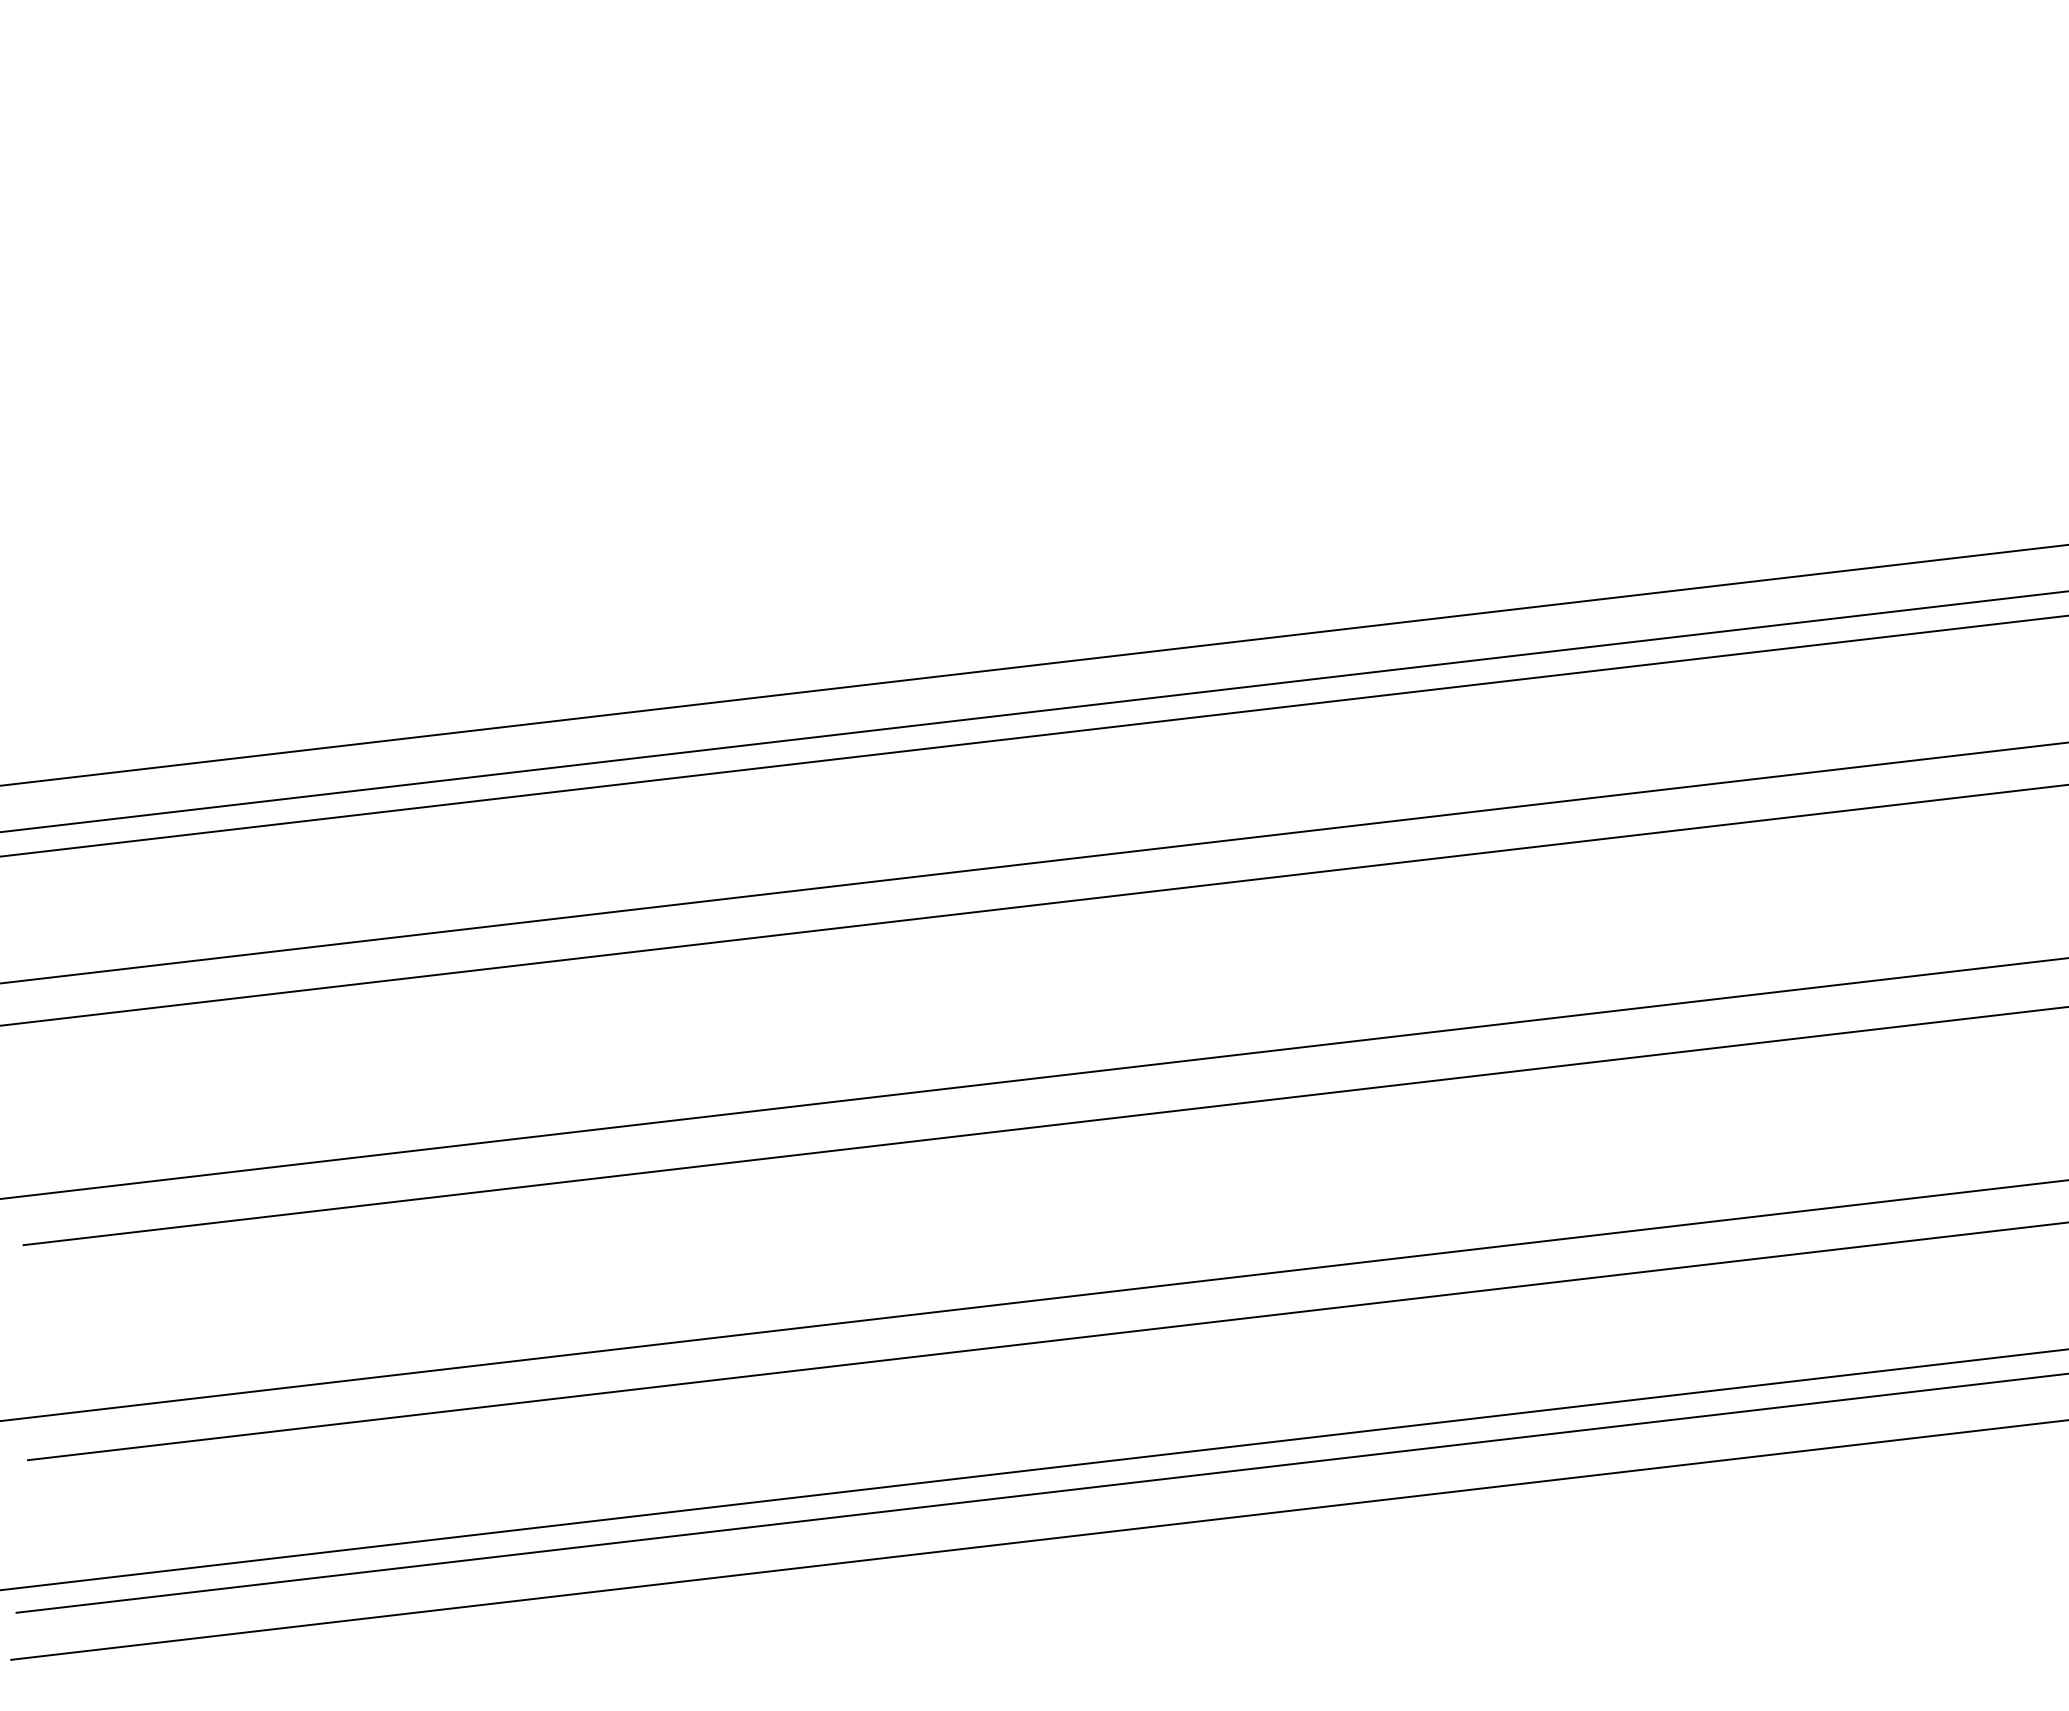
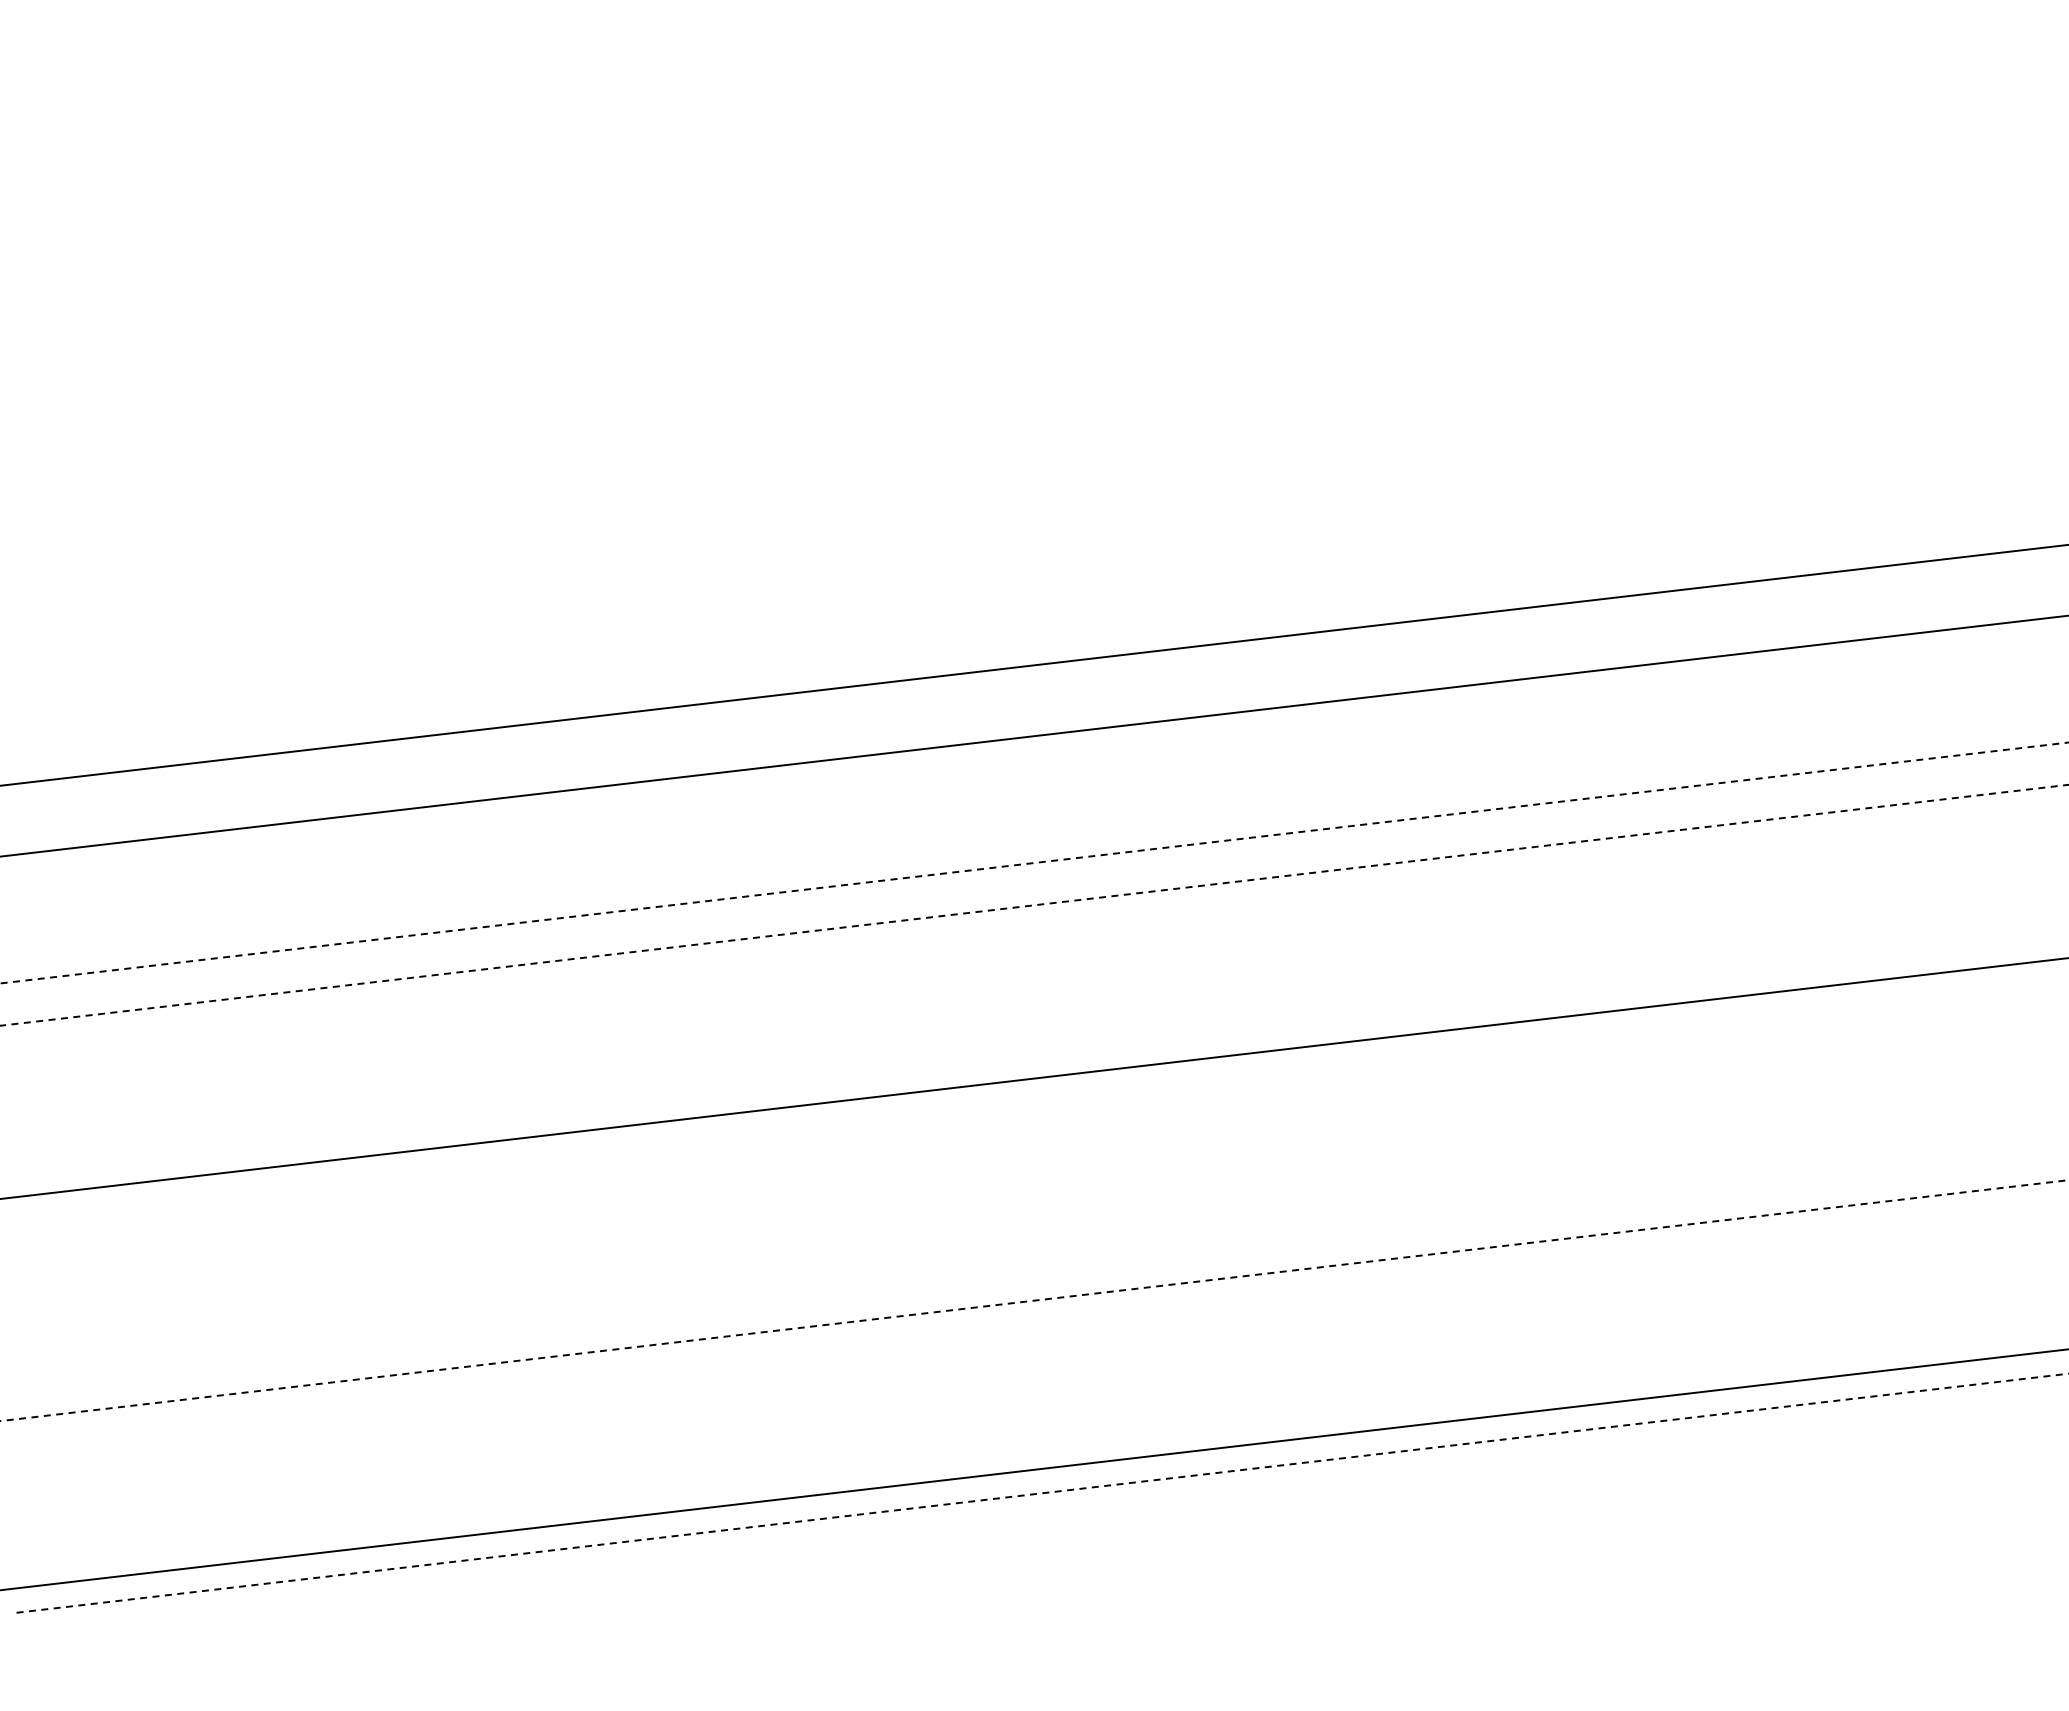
line at (1033, 711): present -> none
line at (1034, 862): solid -> dashed
line at (1034, 905): solid -> dashed
line at (1044, 1126): present -> none
line at (1034, 1300): solid -> dashed
line at (1046, 1341): present -> none
line at (1043, 1493): solid -> dashed
line at (1038, 1539): present -> none
